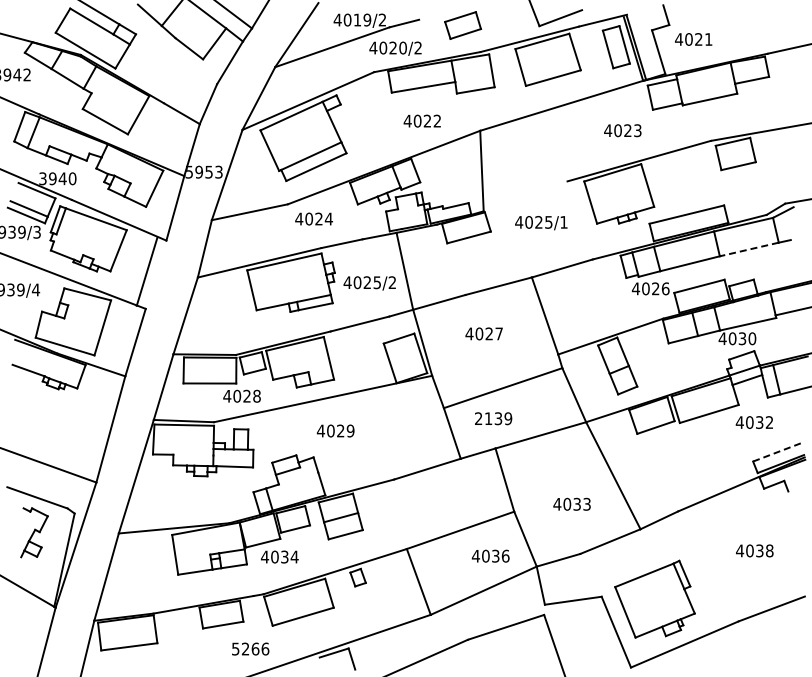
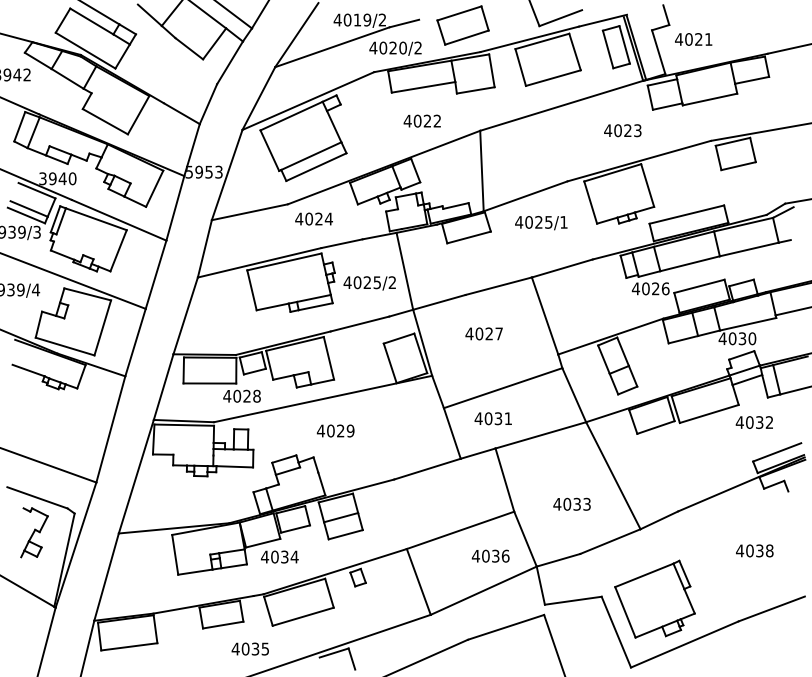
part at (463, 25) size: 39x29 px -> 54x41 px
line at (525, 196): none -> present
line at (748, 249): dashed -> solid
line at (146, 271) position: (146, 271) -> (155, 274)
text at (493, 418): 2139 -> 4031
line at (777, 452): dashed -> solid
text at (250, 648): 5266 -> 4035
